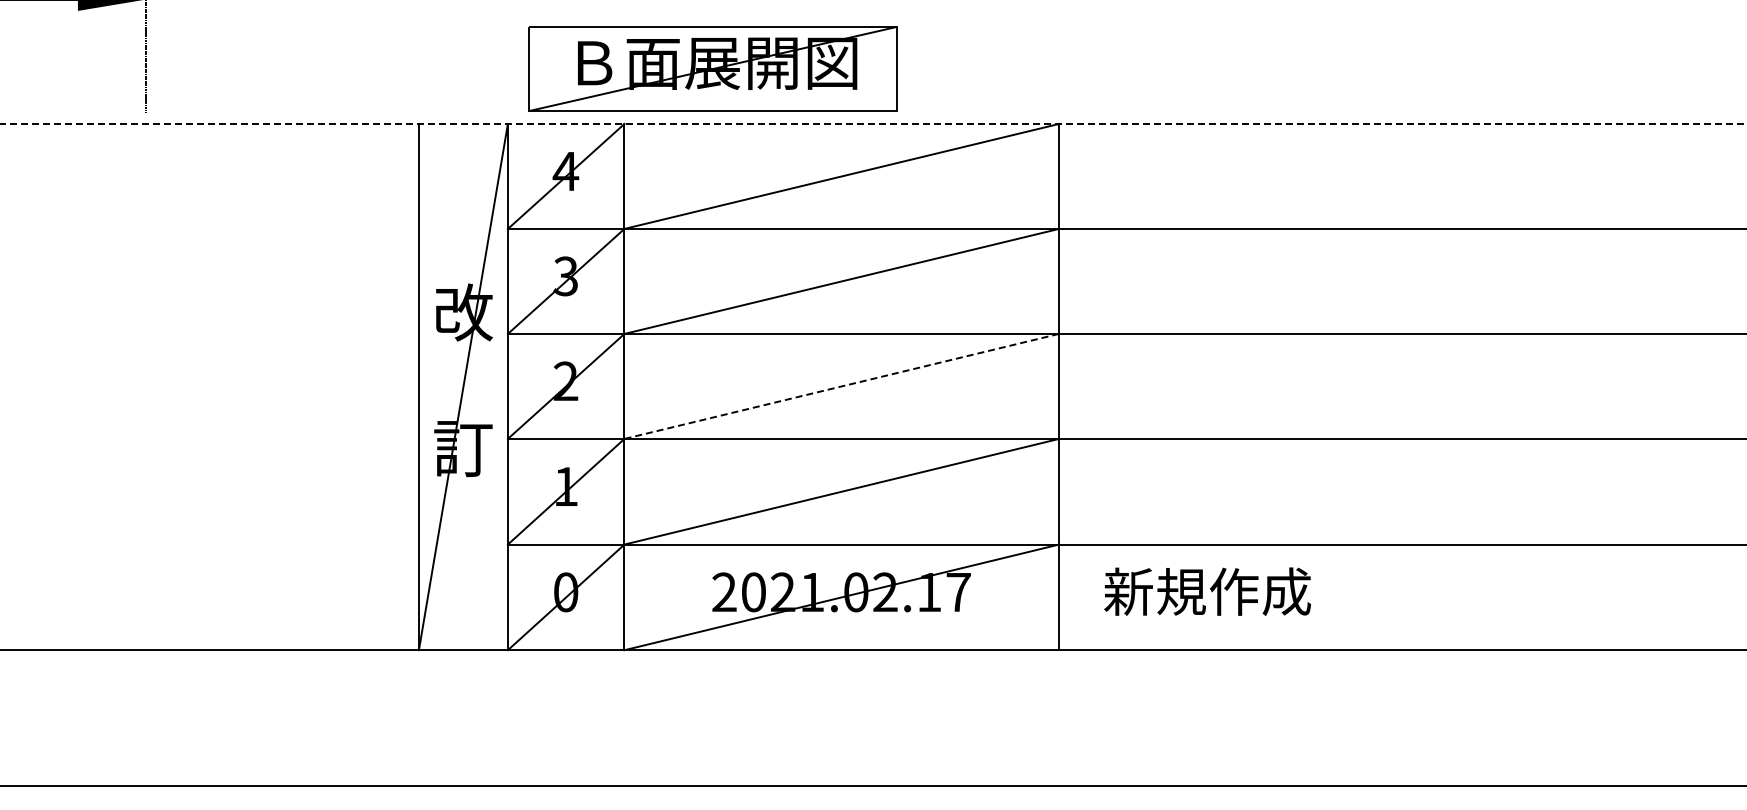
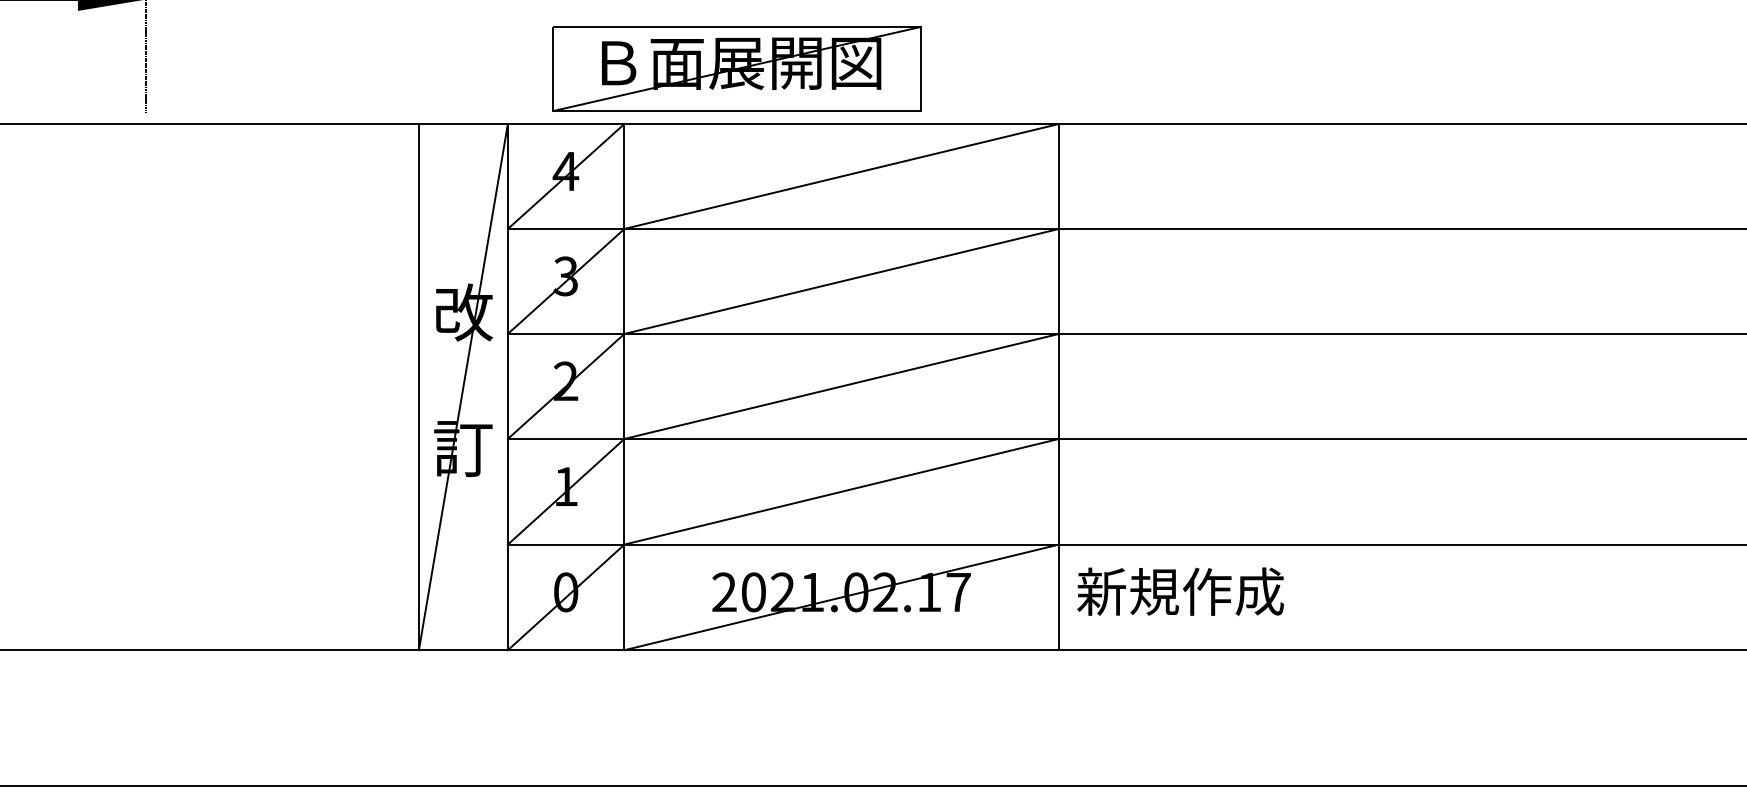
part at (712, 68) position: (712, 68) -> (736, 68)
line at (872, 123): dashed -> solid
line at (841, 386): dashed -> solid
text at (1207, 591) position: (1207, 591) -> (1180, 591)
